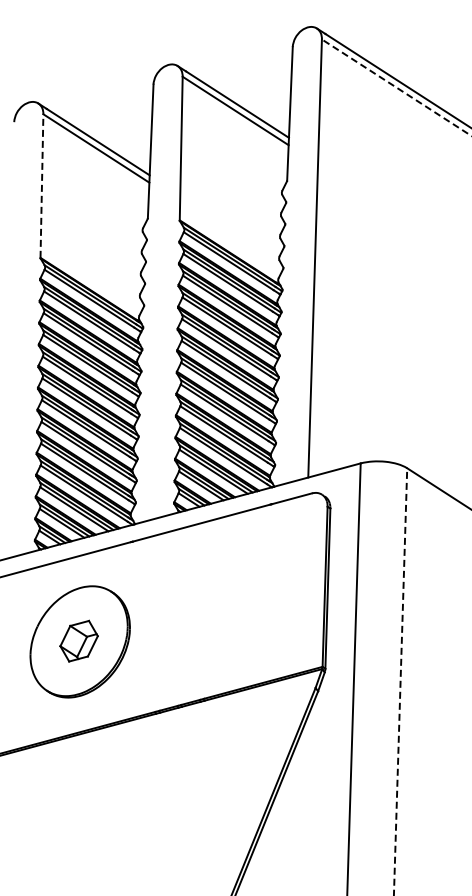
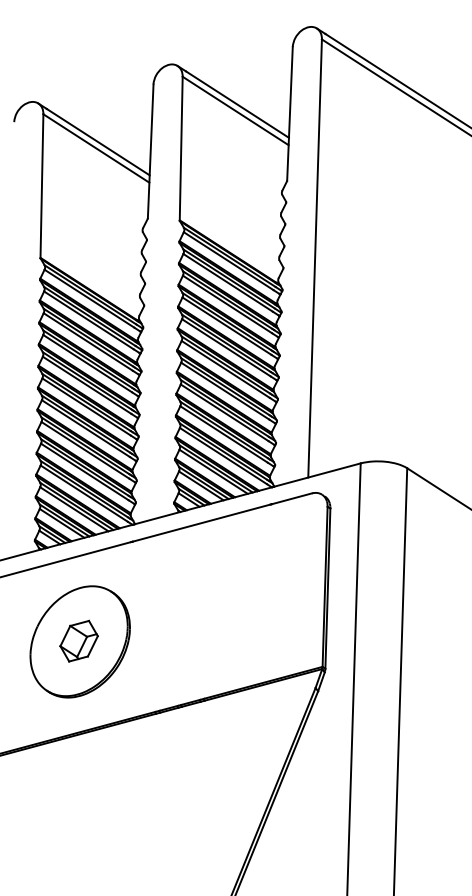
line at (396, 87): dashed -> solid
line at (41, 186): dashed -> solid
line at (400, 682): dashed -> solid
